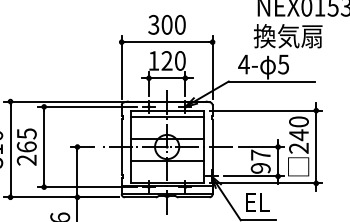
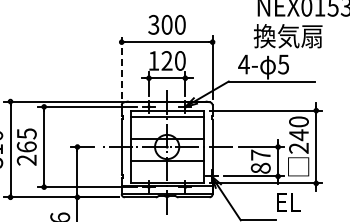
line at (121, 67): solid -> dashed
text at (260, 167): 97 -> 87
text at (257, 202) position: (257, 202) -> (288, 202)
